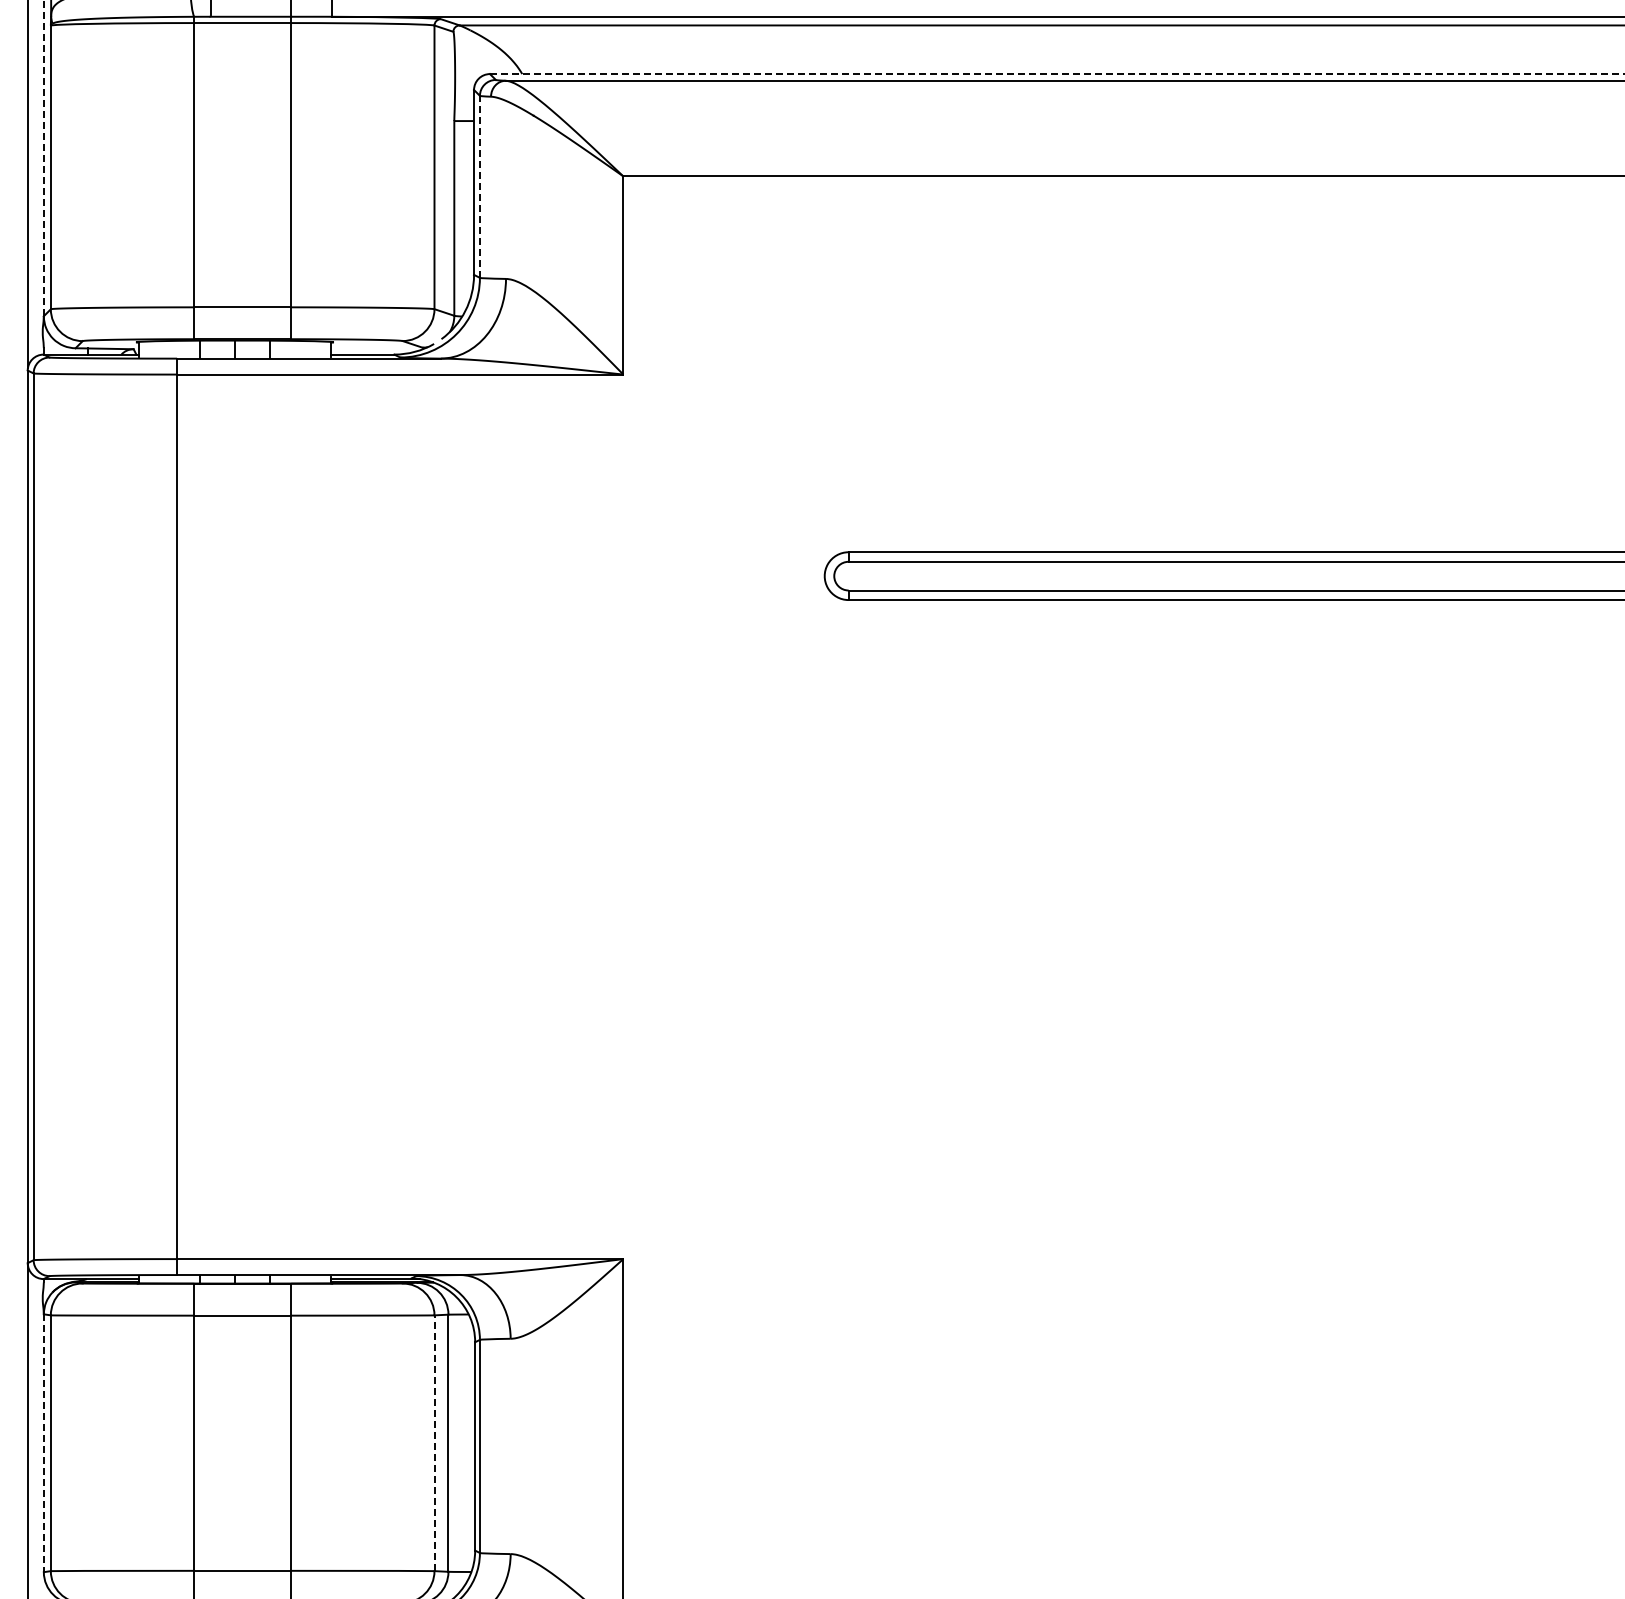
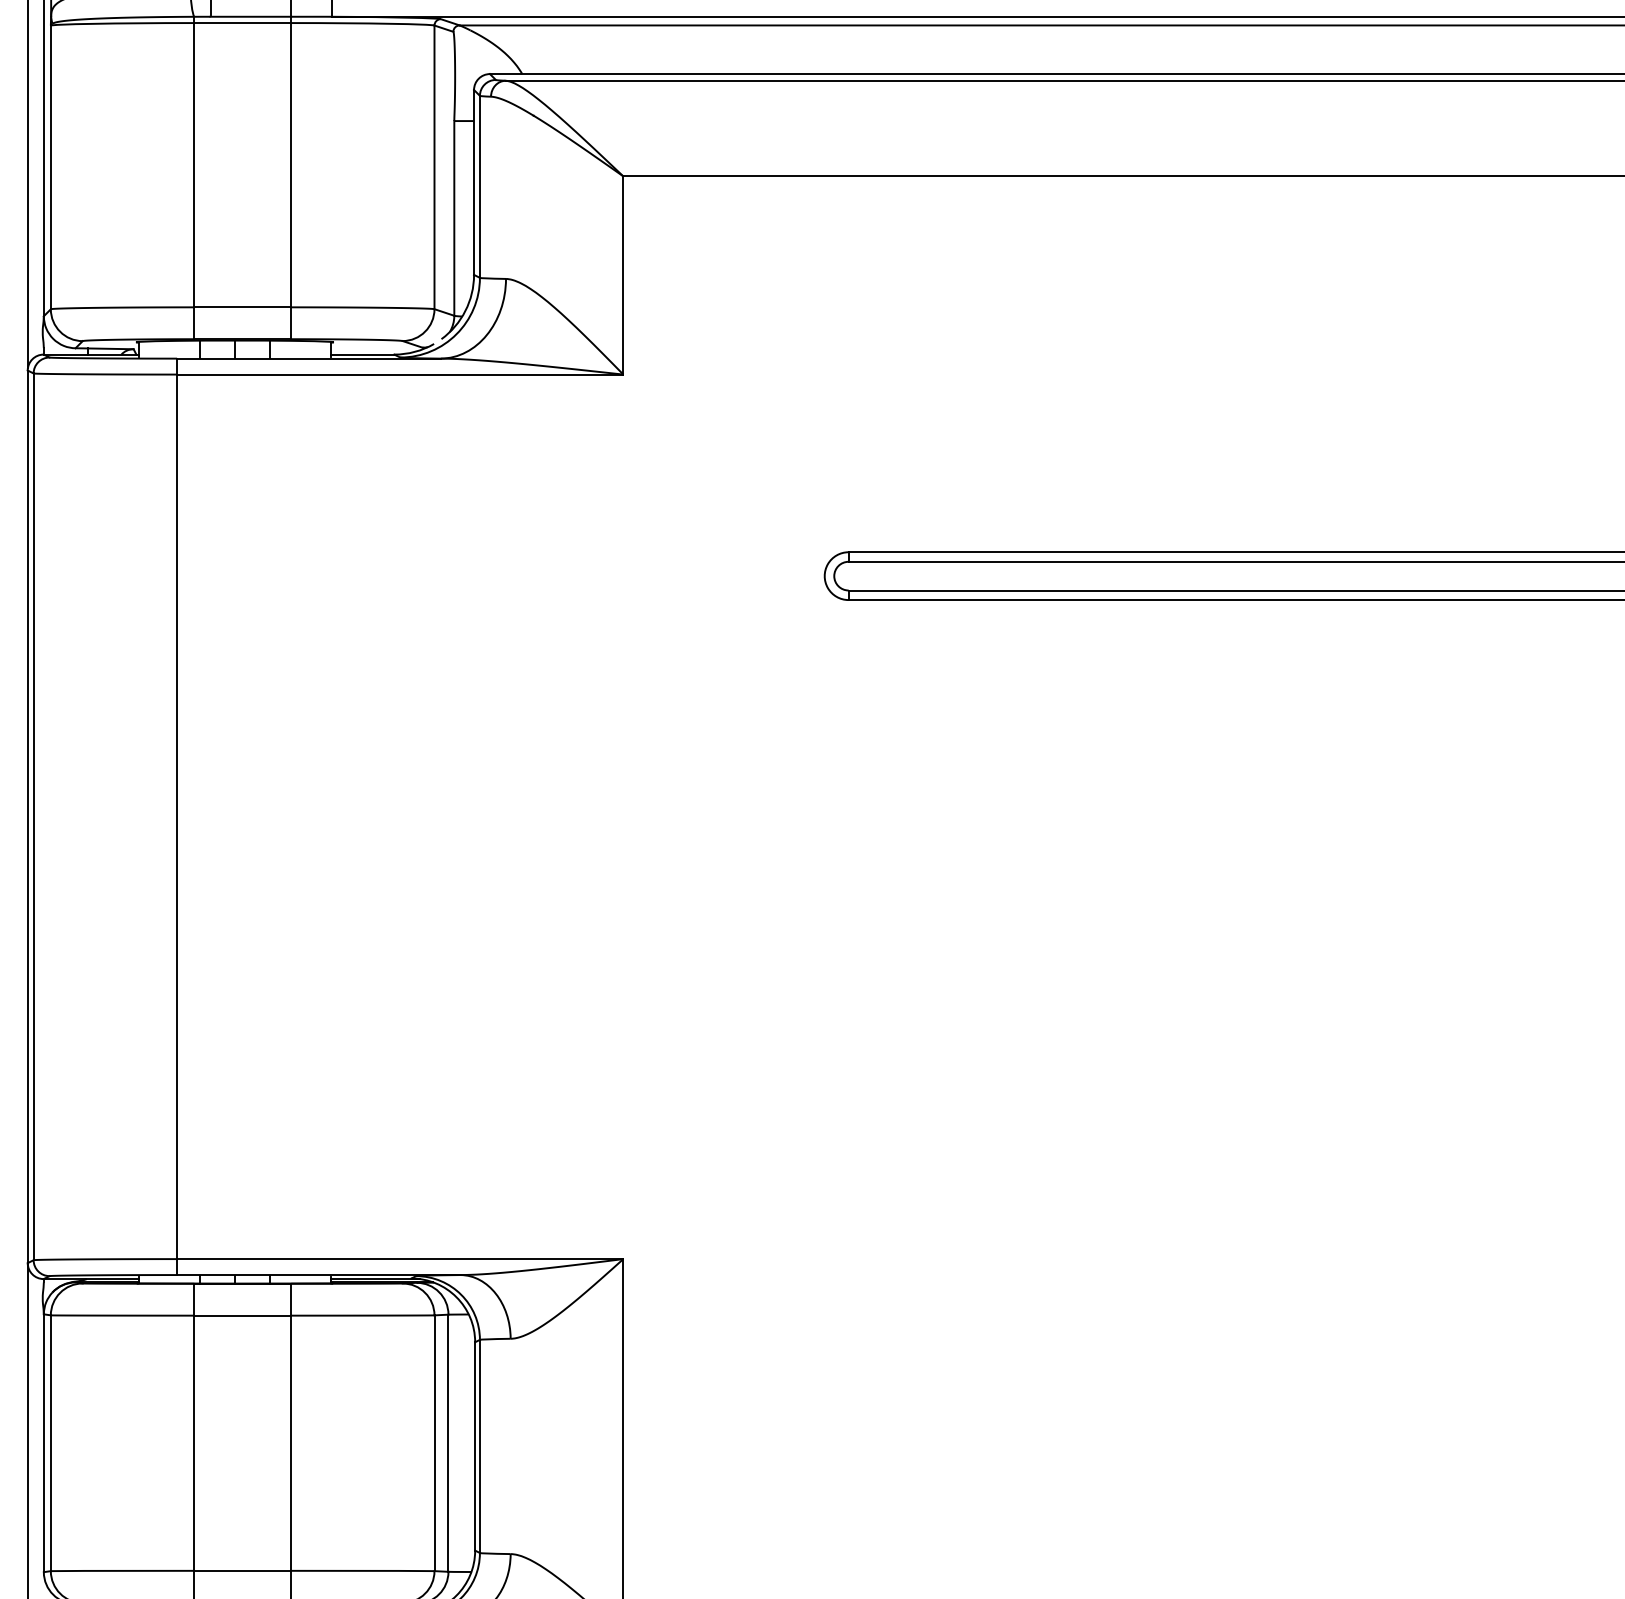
line at (1057, 74): dashed -> solid
line at (43, 158): dashed -> solid
line at (479, 186): dashed -> solid
line at (43, 1443): dashed -> solid
line at (434, 1443): dashed -> solid
